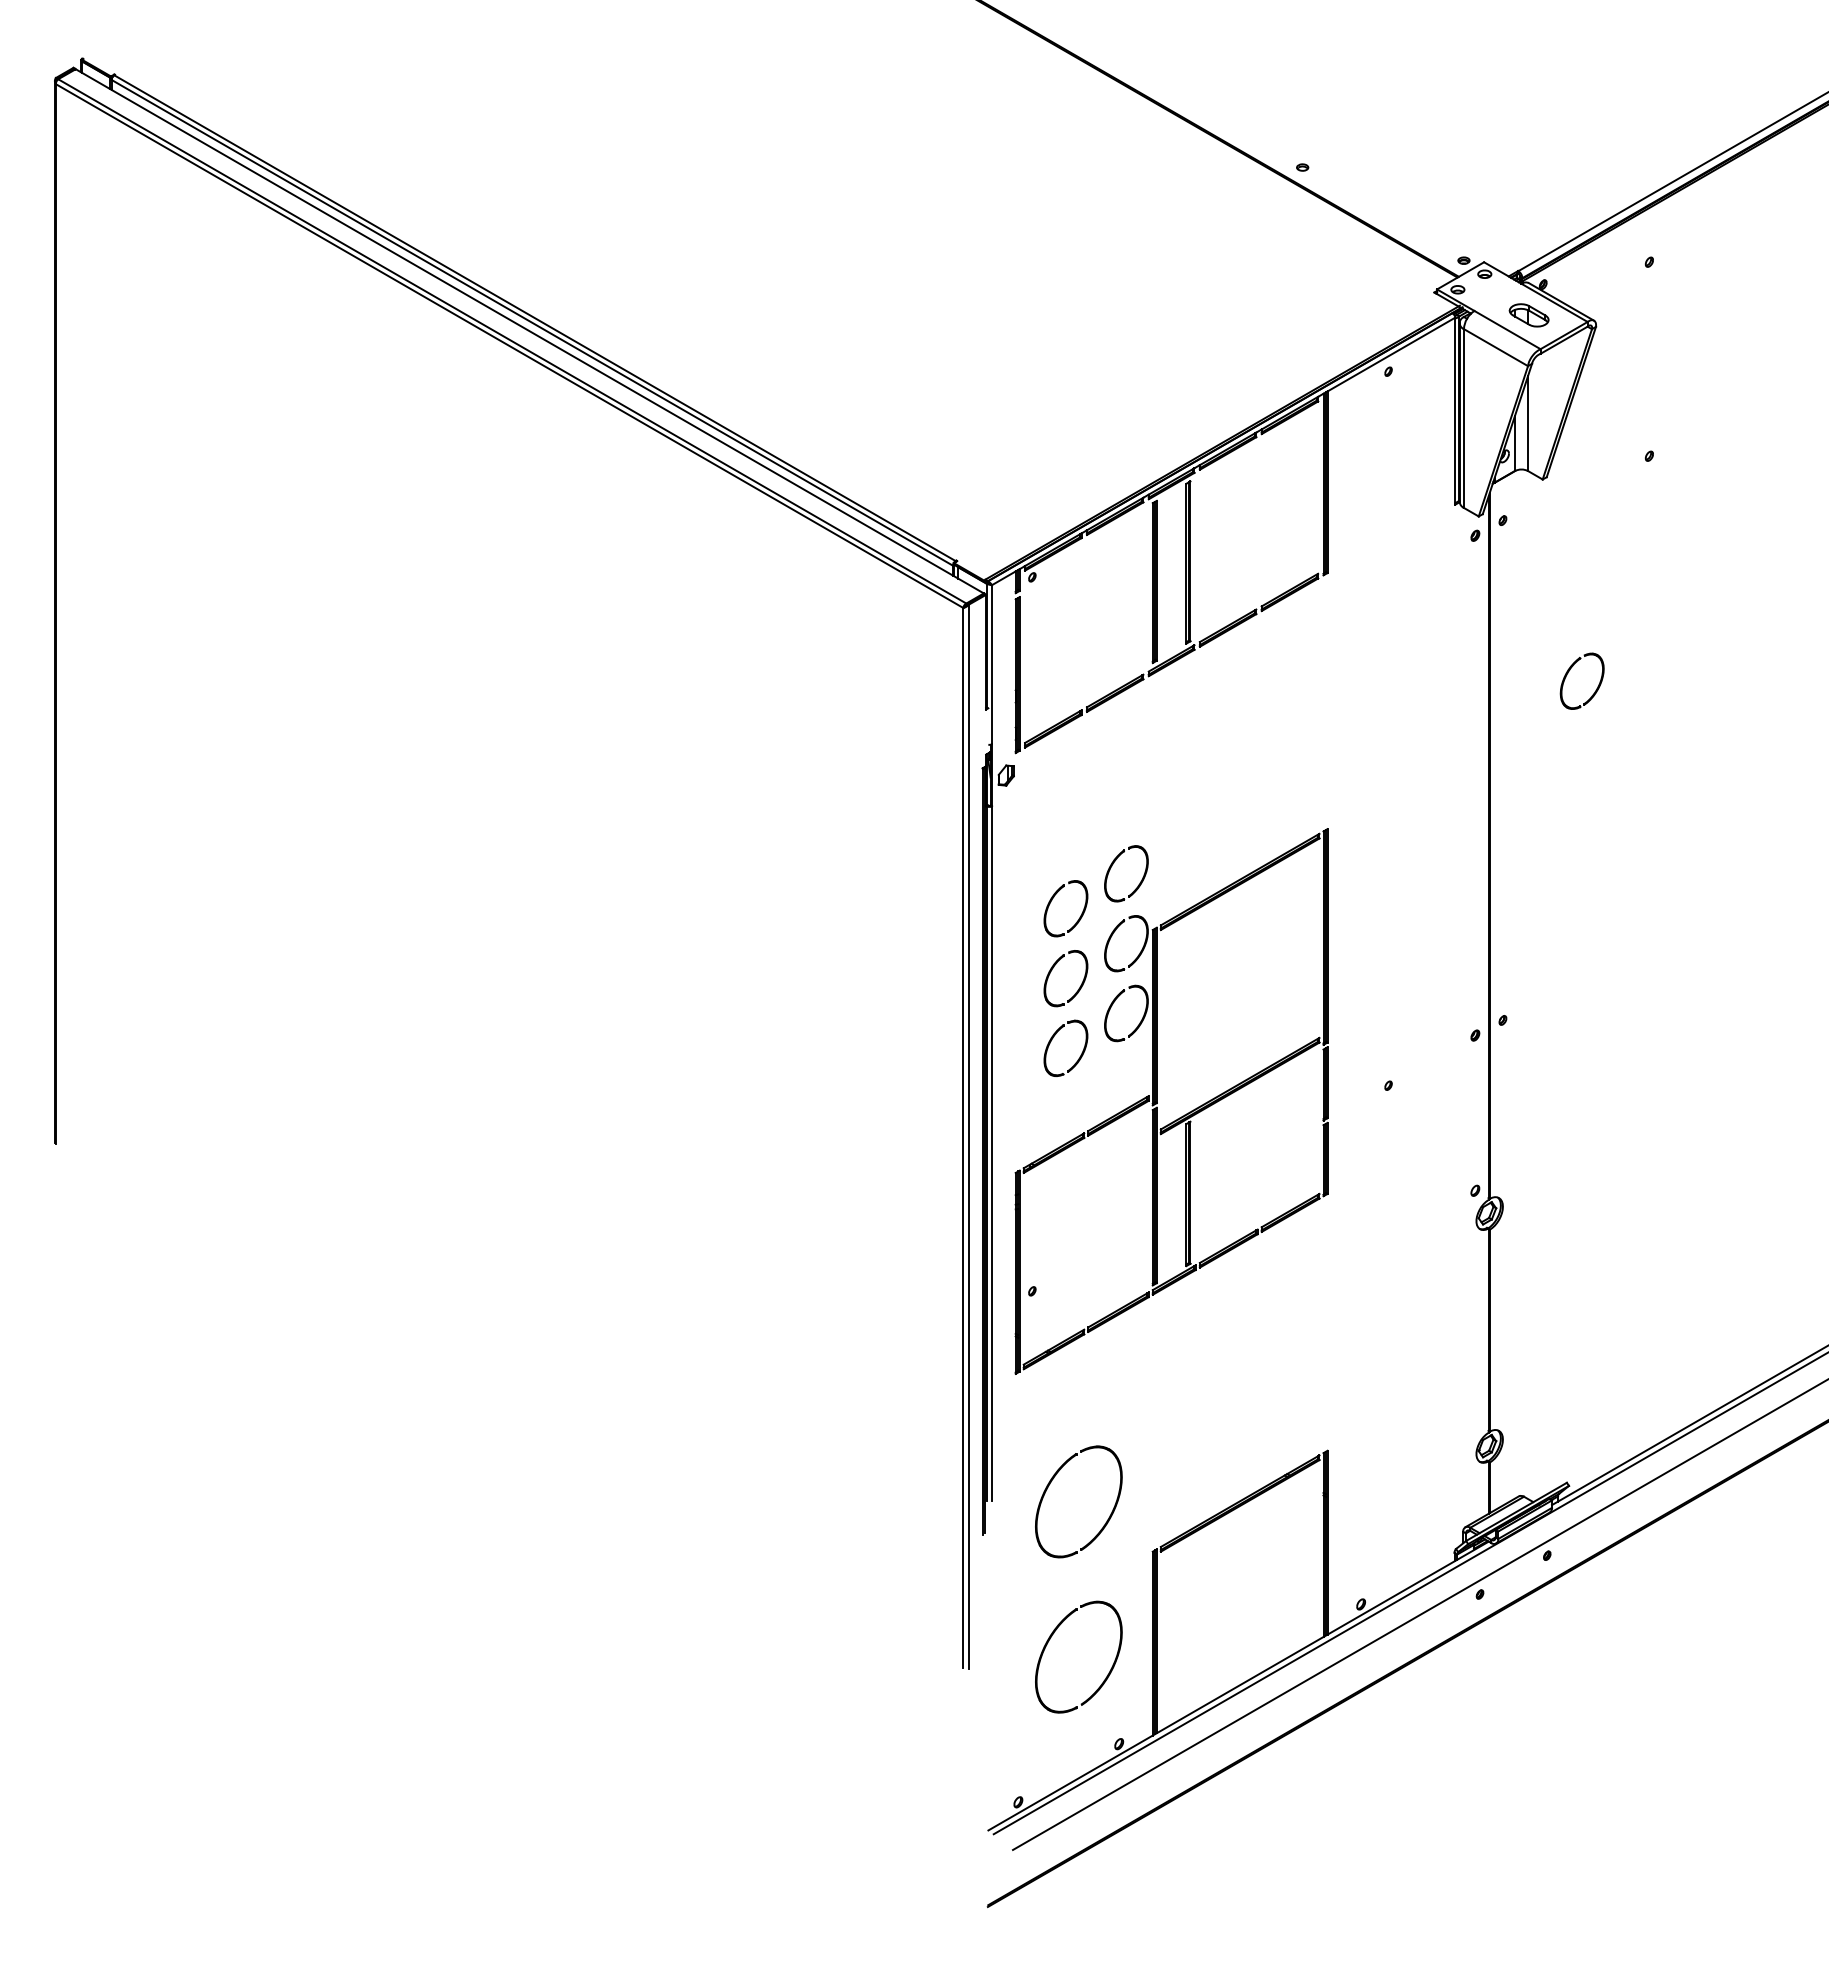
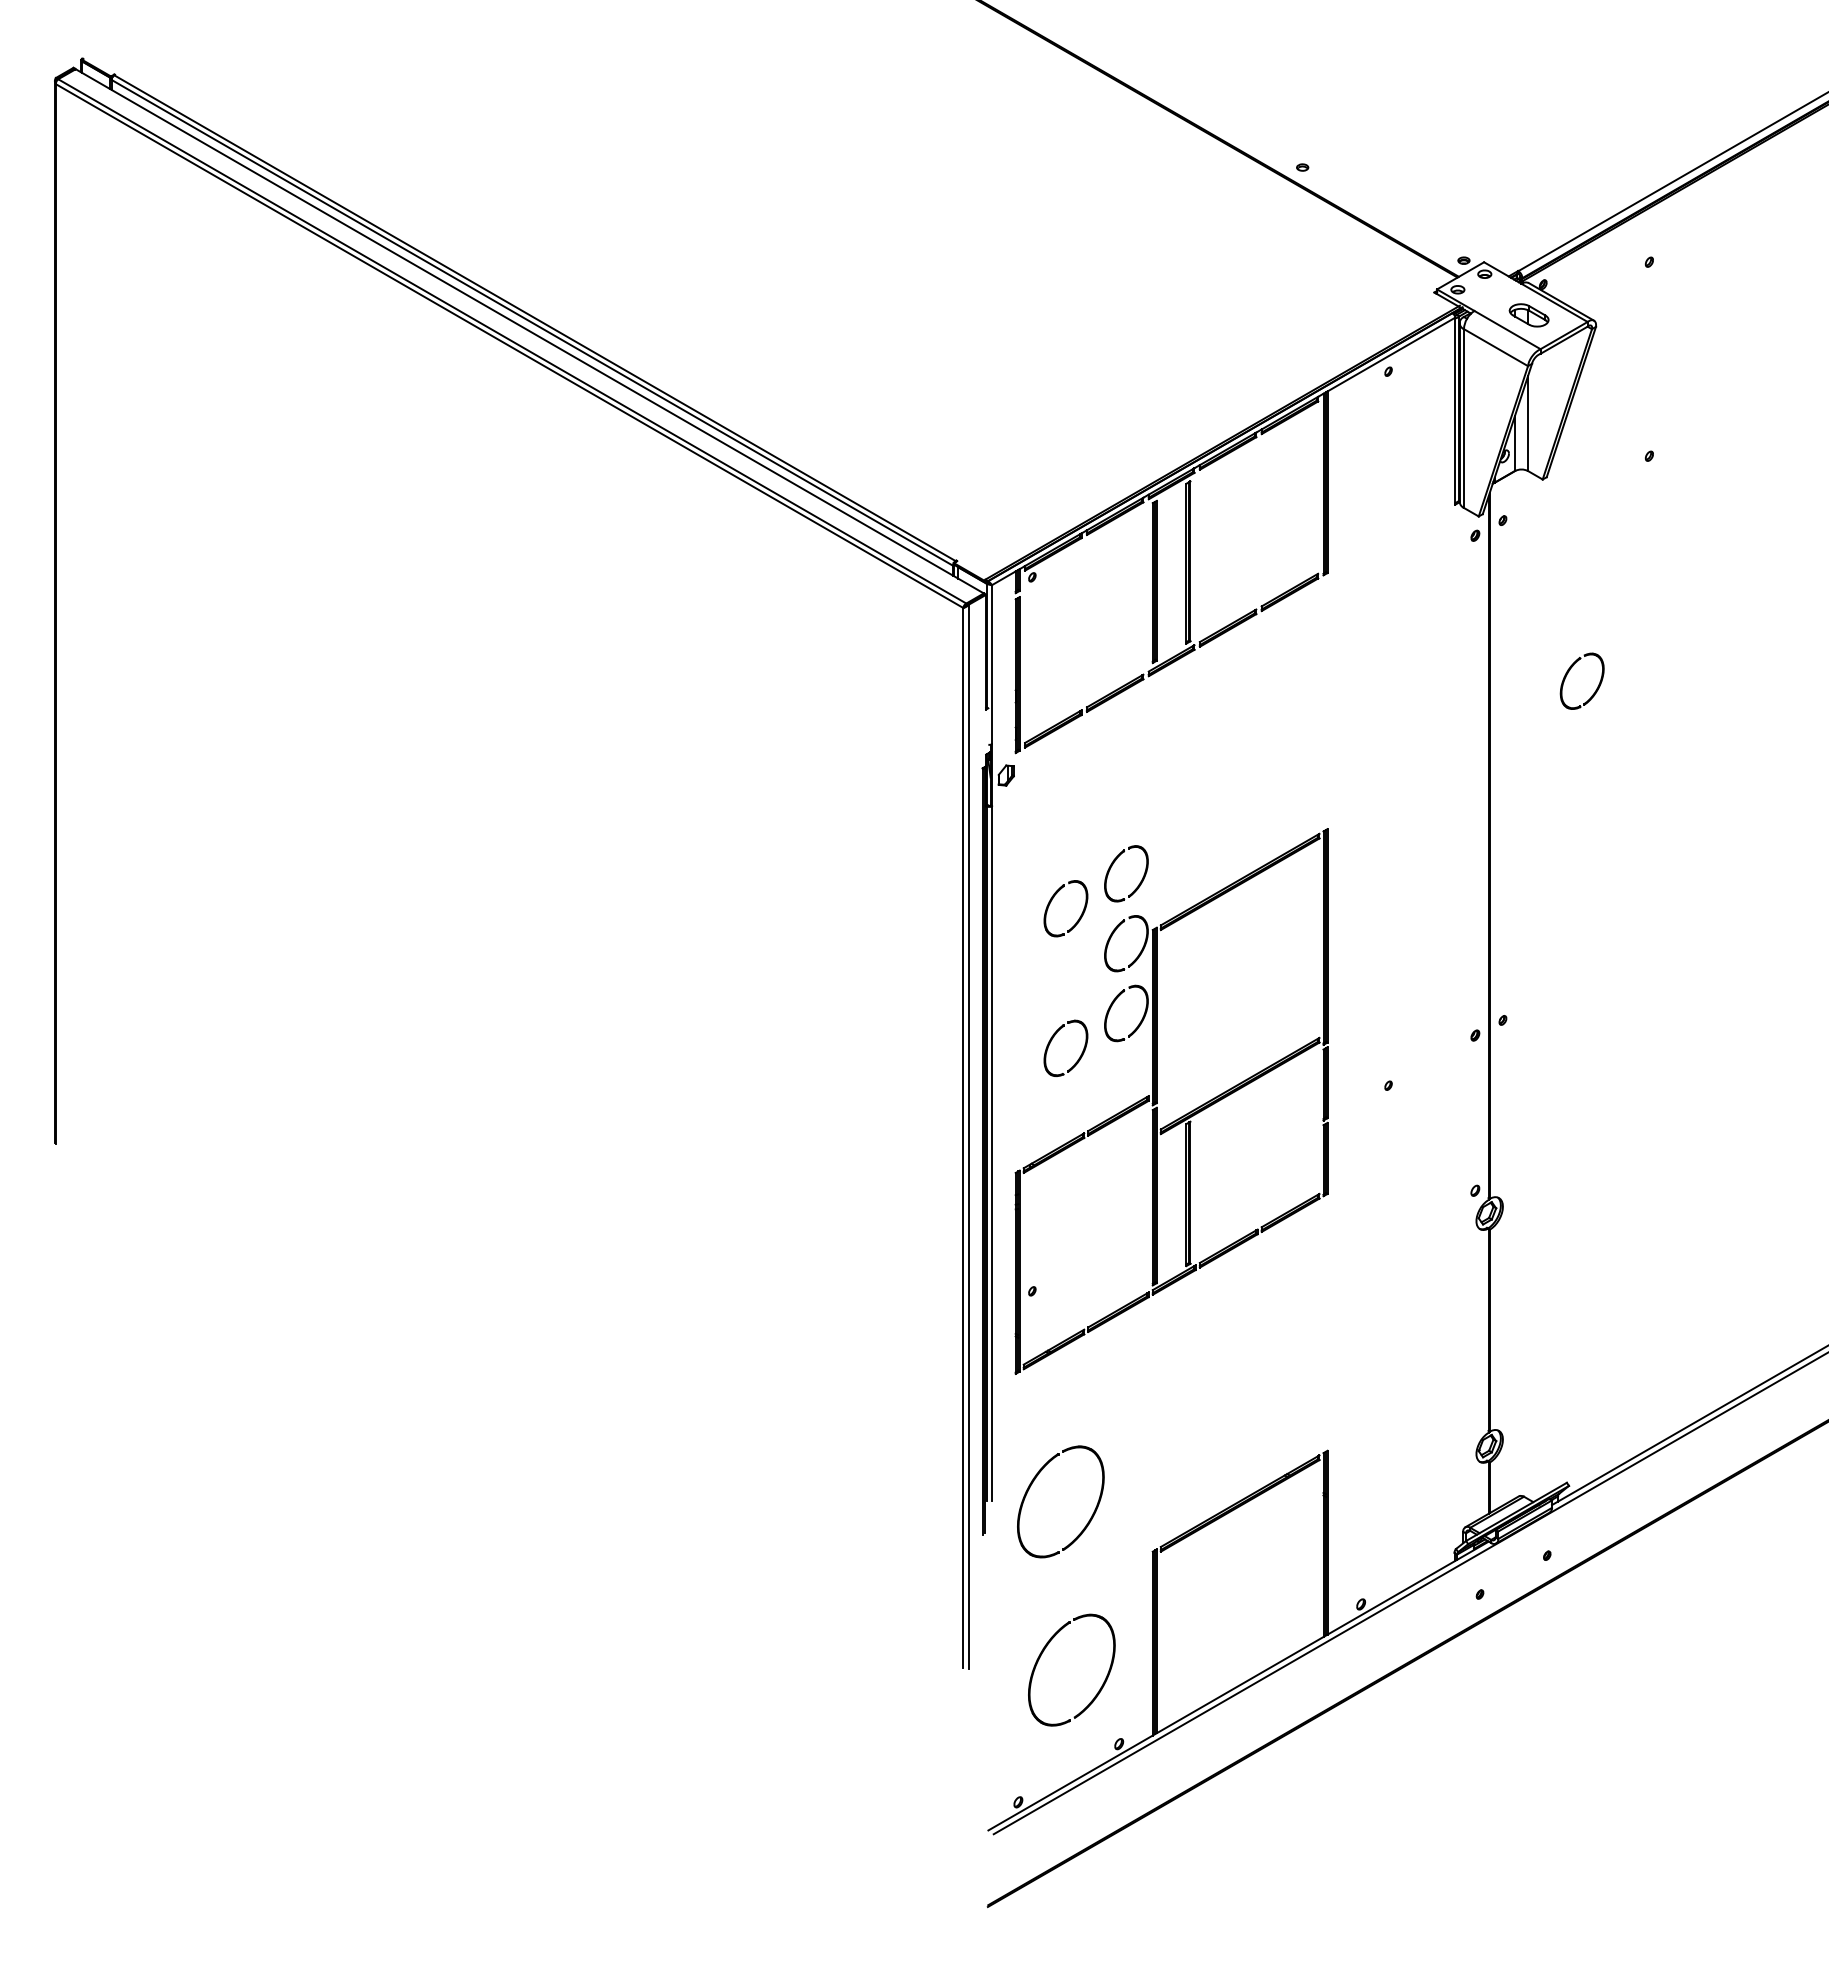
part at (1052, 970): present -> none
part at (1050, 1484) position: (1050, 1484) -> (1032, 1484)
line at (1418, 1614): present -> none
part at (1049, 1641) position: (1049, 1641) -> (1042, 1654)
